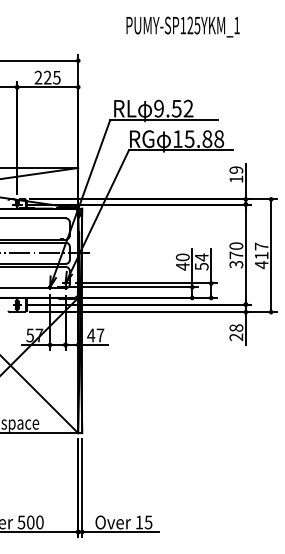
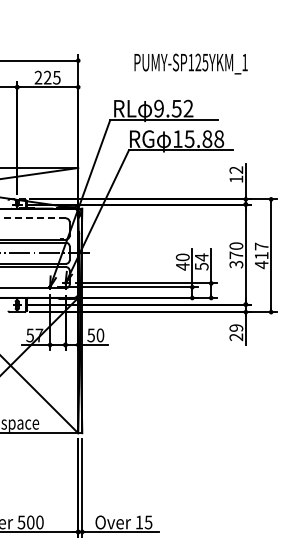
text at (182, 26) position: (182, 26) -> (190, 63)
text at (236, 169): 19 -> 12
line at (32, 218): solid -> dashed
text at (236, 327): 28 -> 29
text at (95, 335): 47 -> 50
